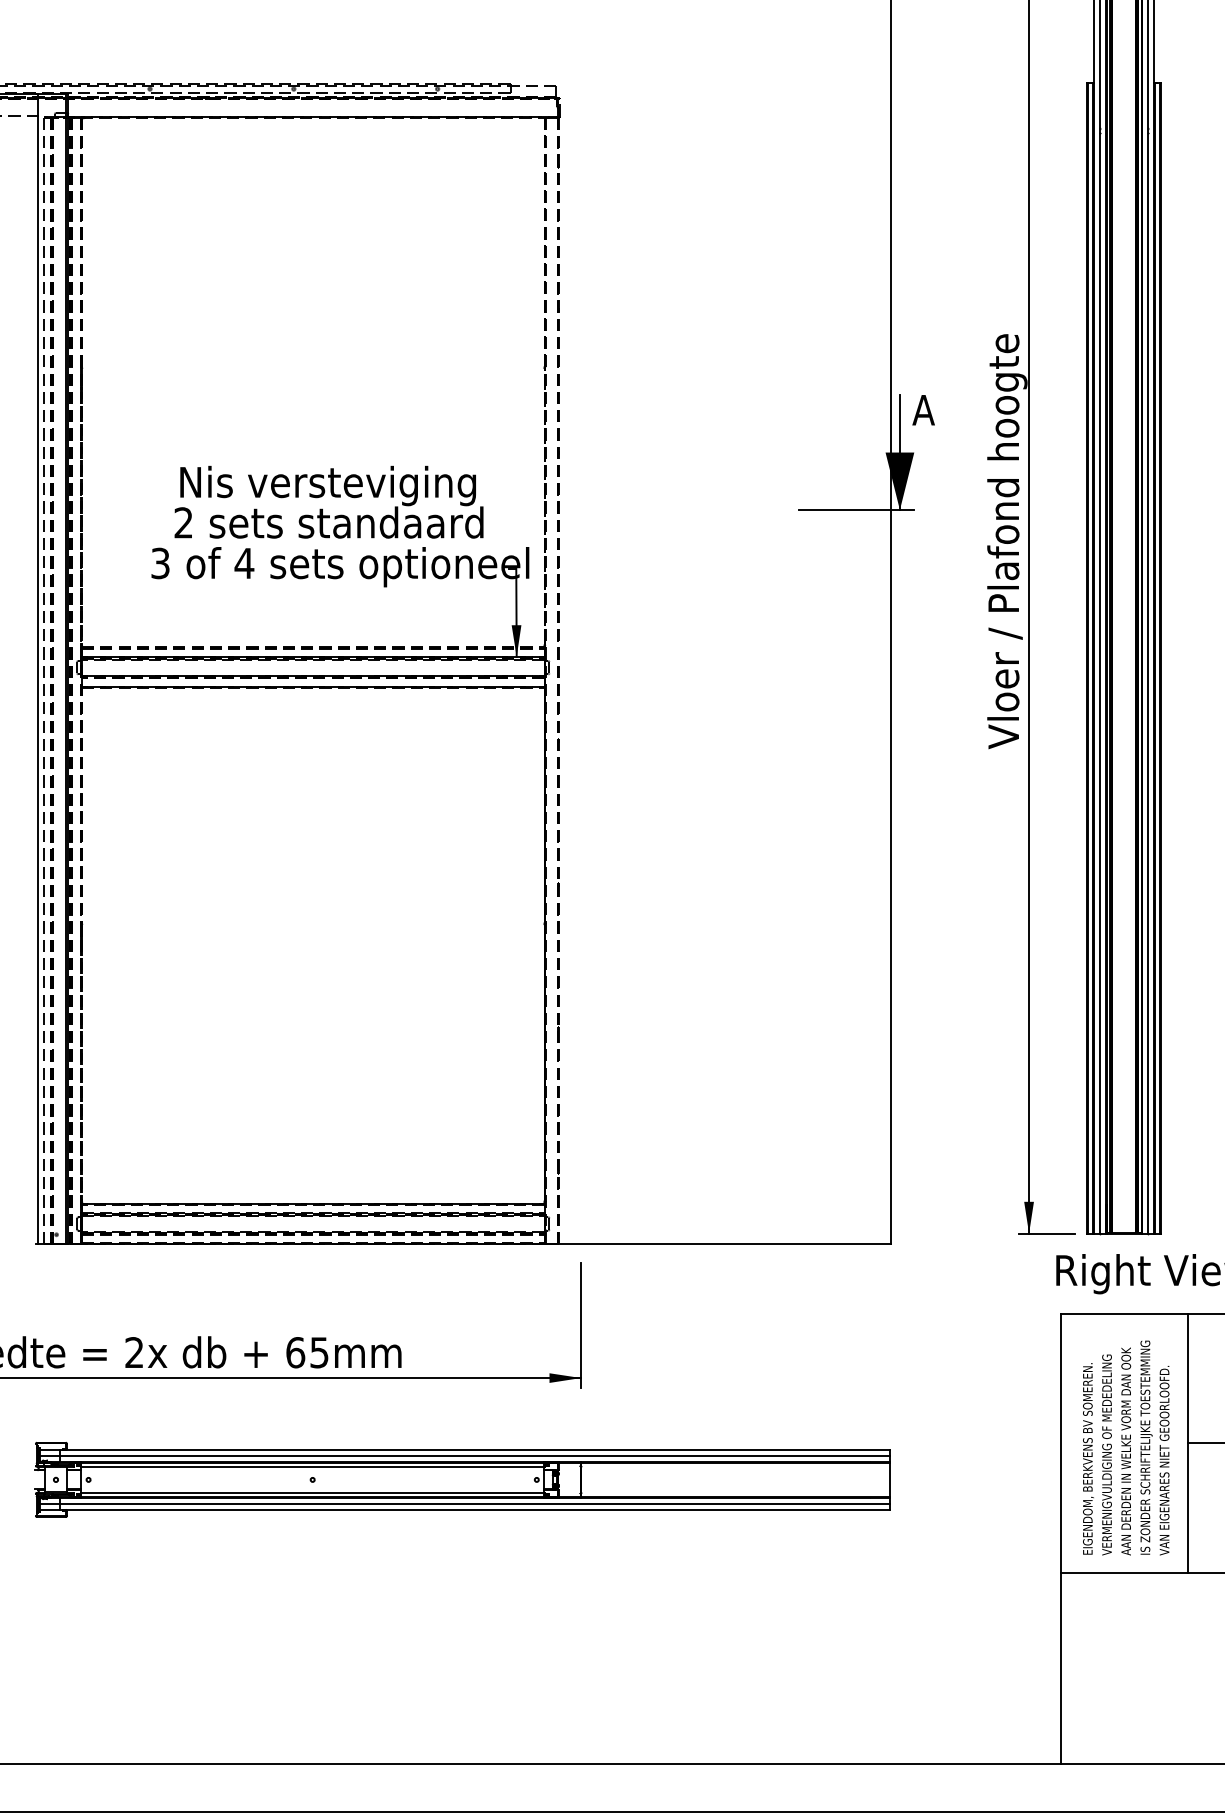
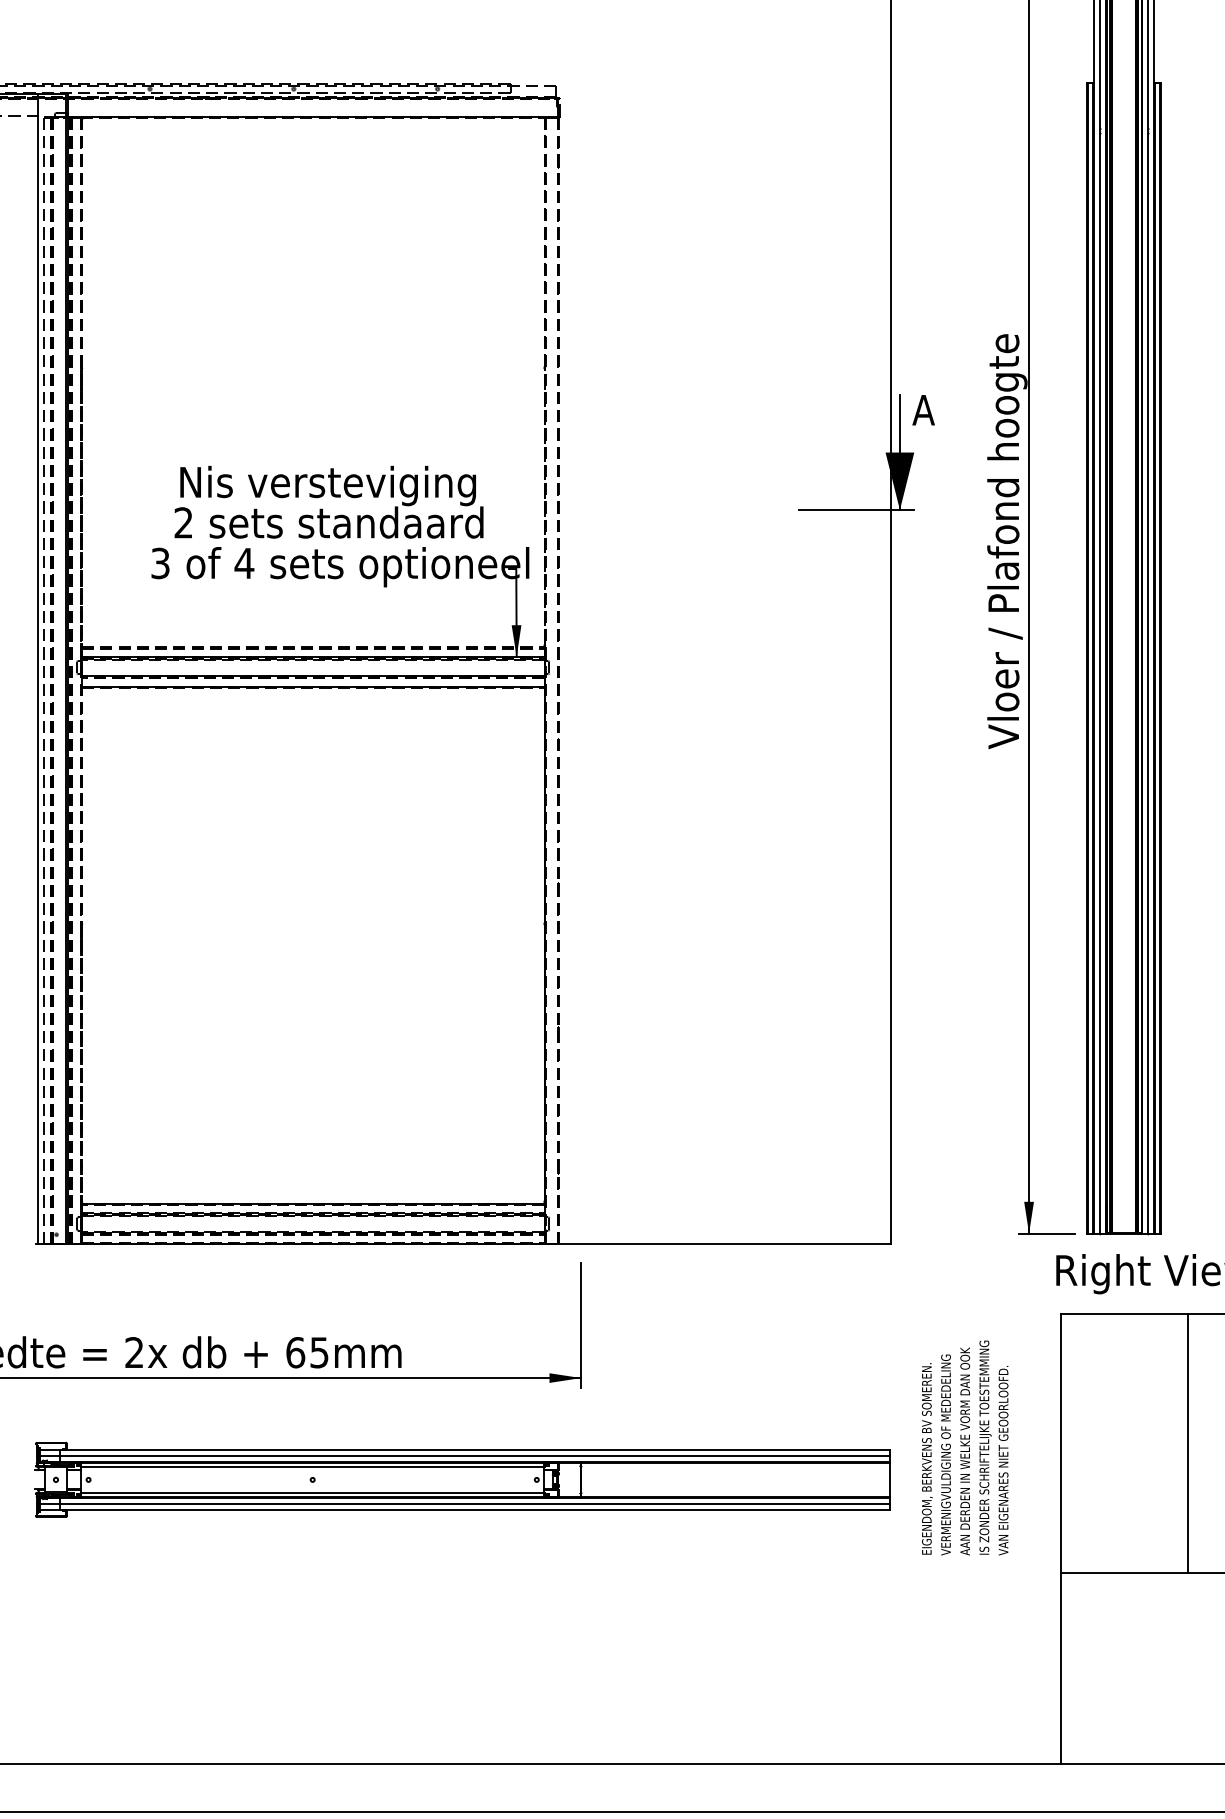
line at (1204, 1443): present -> none
text at (1126, 1447) position: (1126, 1447) -> (965, 1447)
